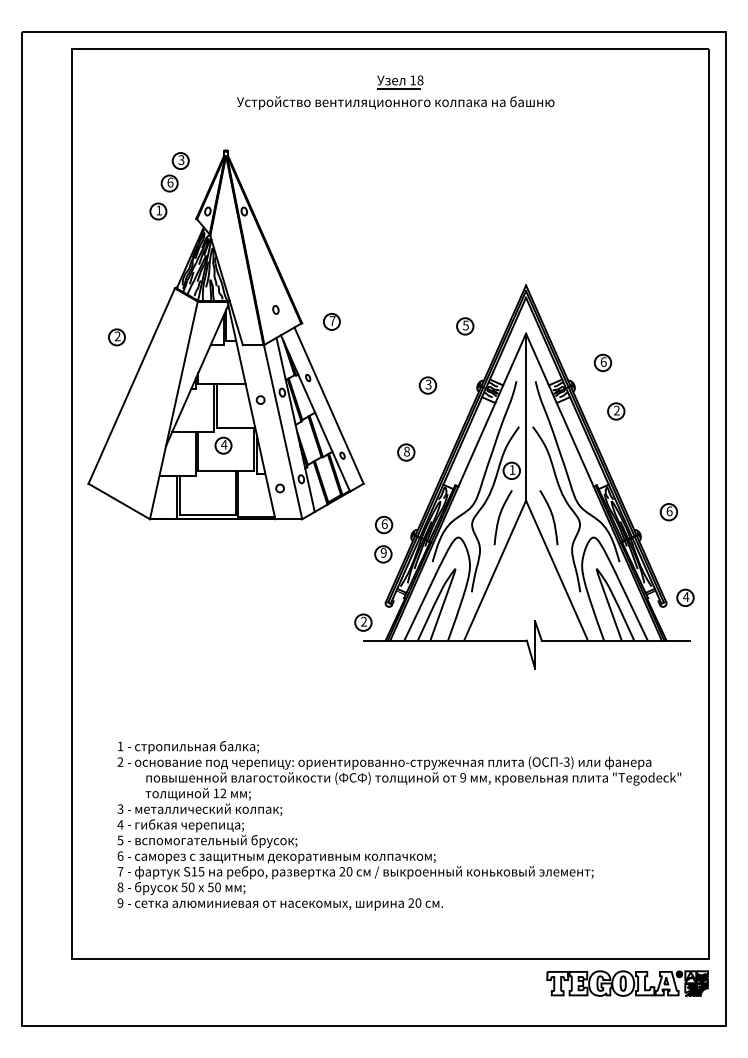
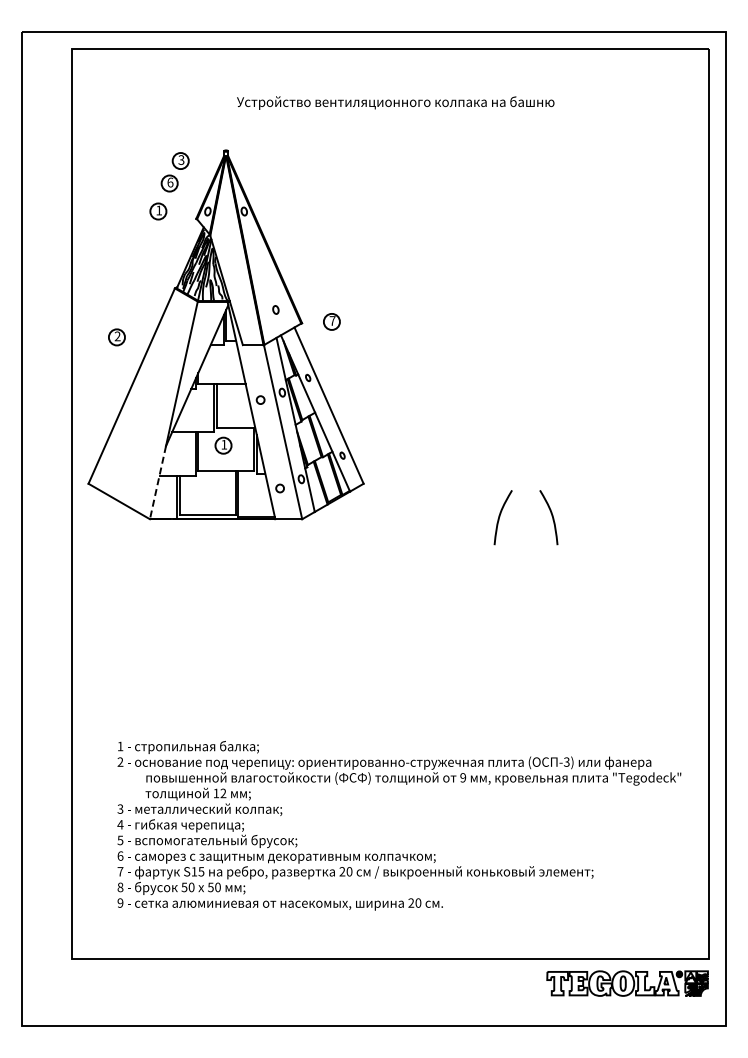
part at (400, 82): present -> none
text at (224, 444): 4 -> 1
part at (524, 476): present -> none
line at (157, 483): solid -> dashed
